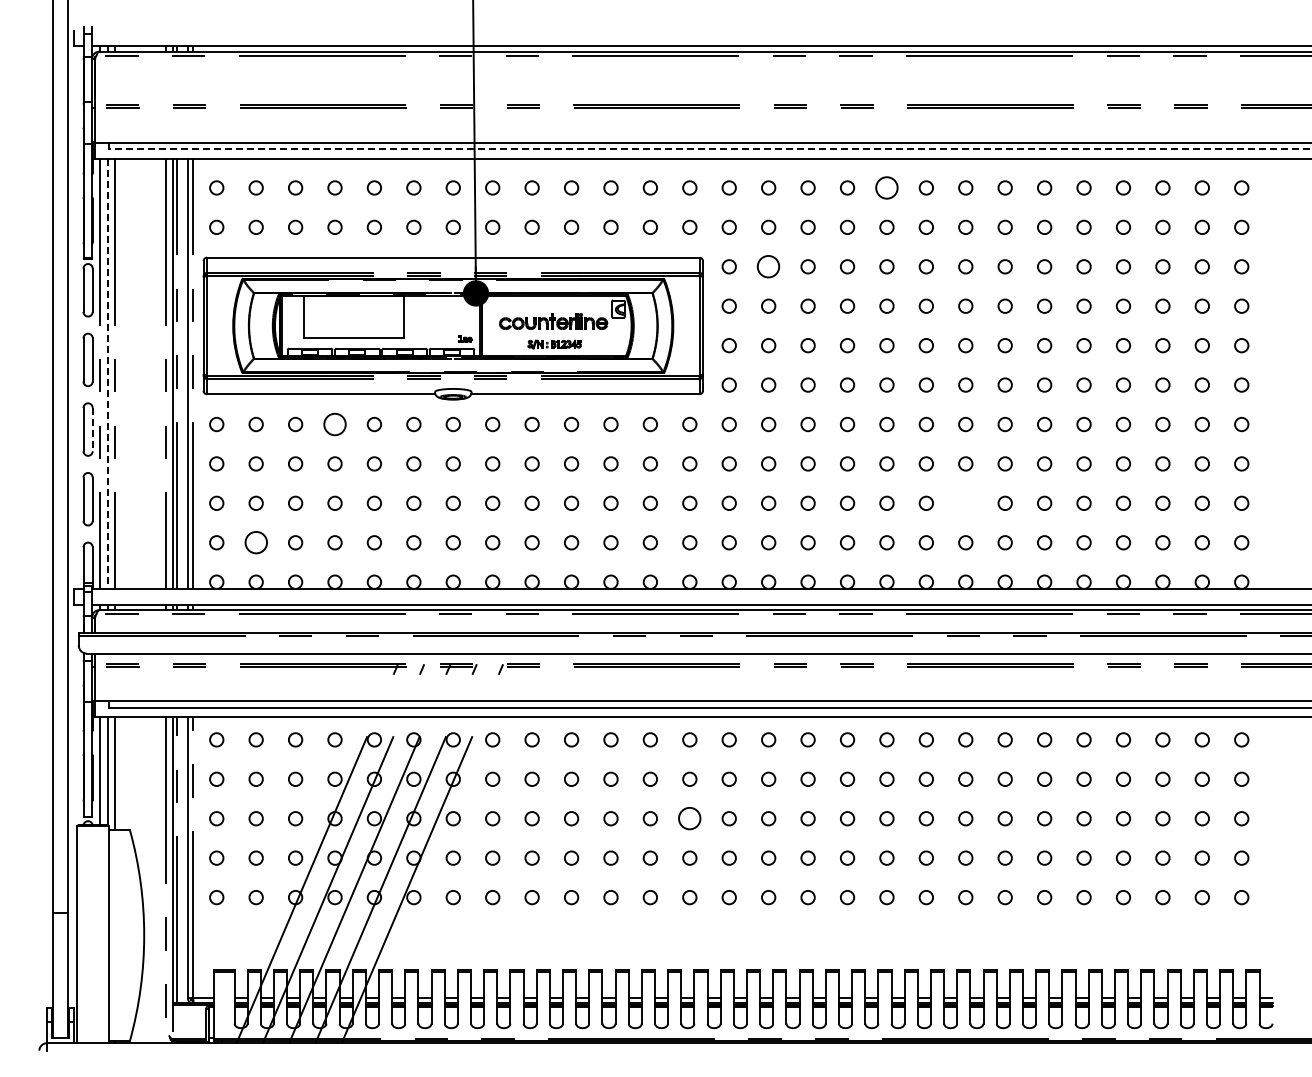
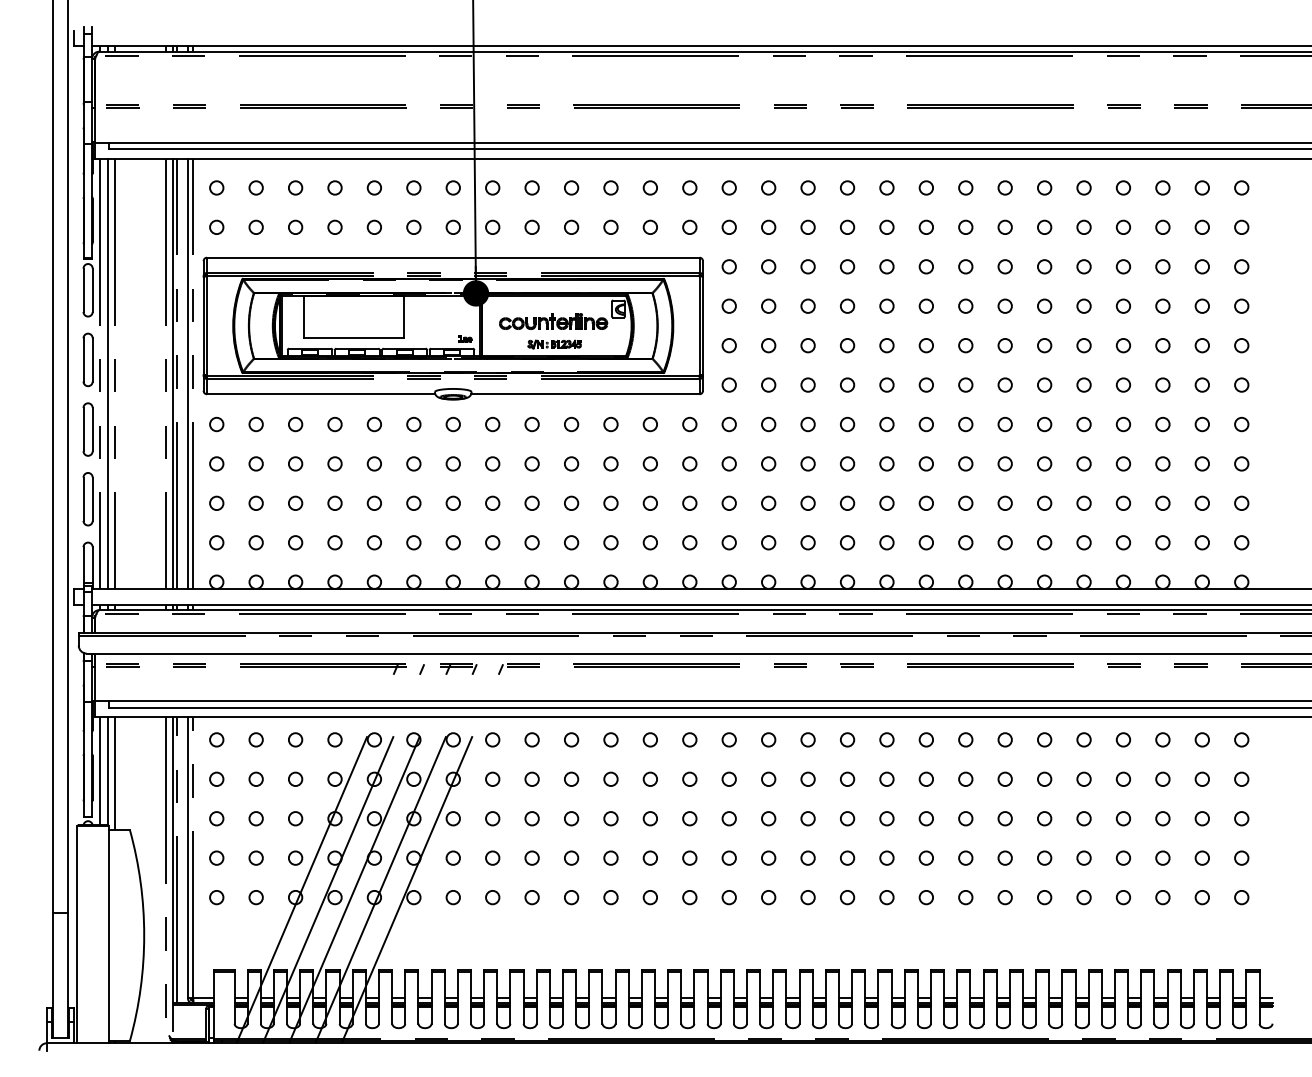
line at (709, 149): dashed -> solid
circle at (886, 187) size: 24x24 px -> 16x16 px
circle at (768, 266) size: 25x24 px -> 16x16 px
line at (107, 374): dashed -> solid
circle at (334, 424) size: 24x25 px -> 16x17 px
line at (92, 429): dashed -> solid
circle at (965, 502): none -> present
circle at (255, 542) size: 24x24 px -> 16x16 px
circle at (689, 818) size: 24x24 px -> 16x16 px
